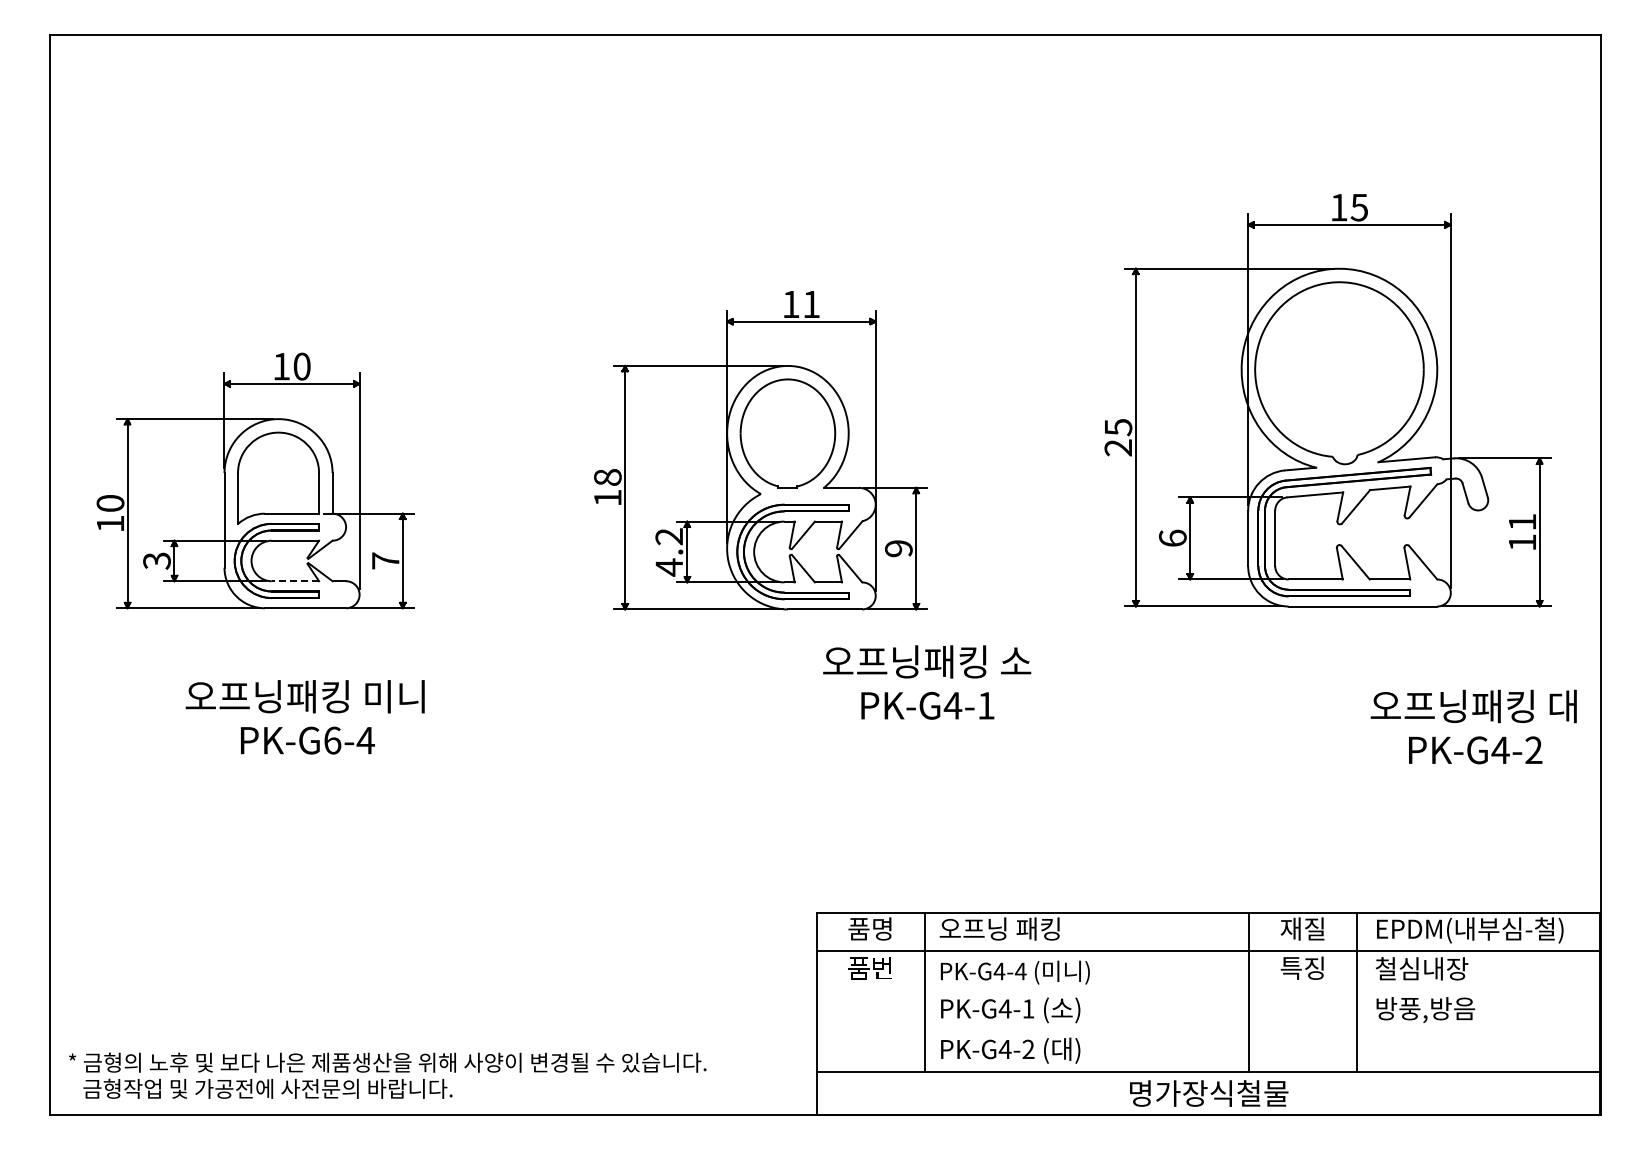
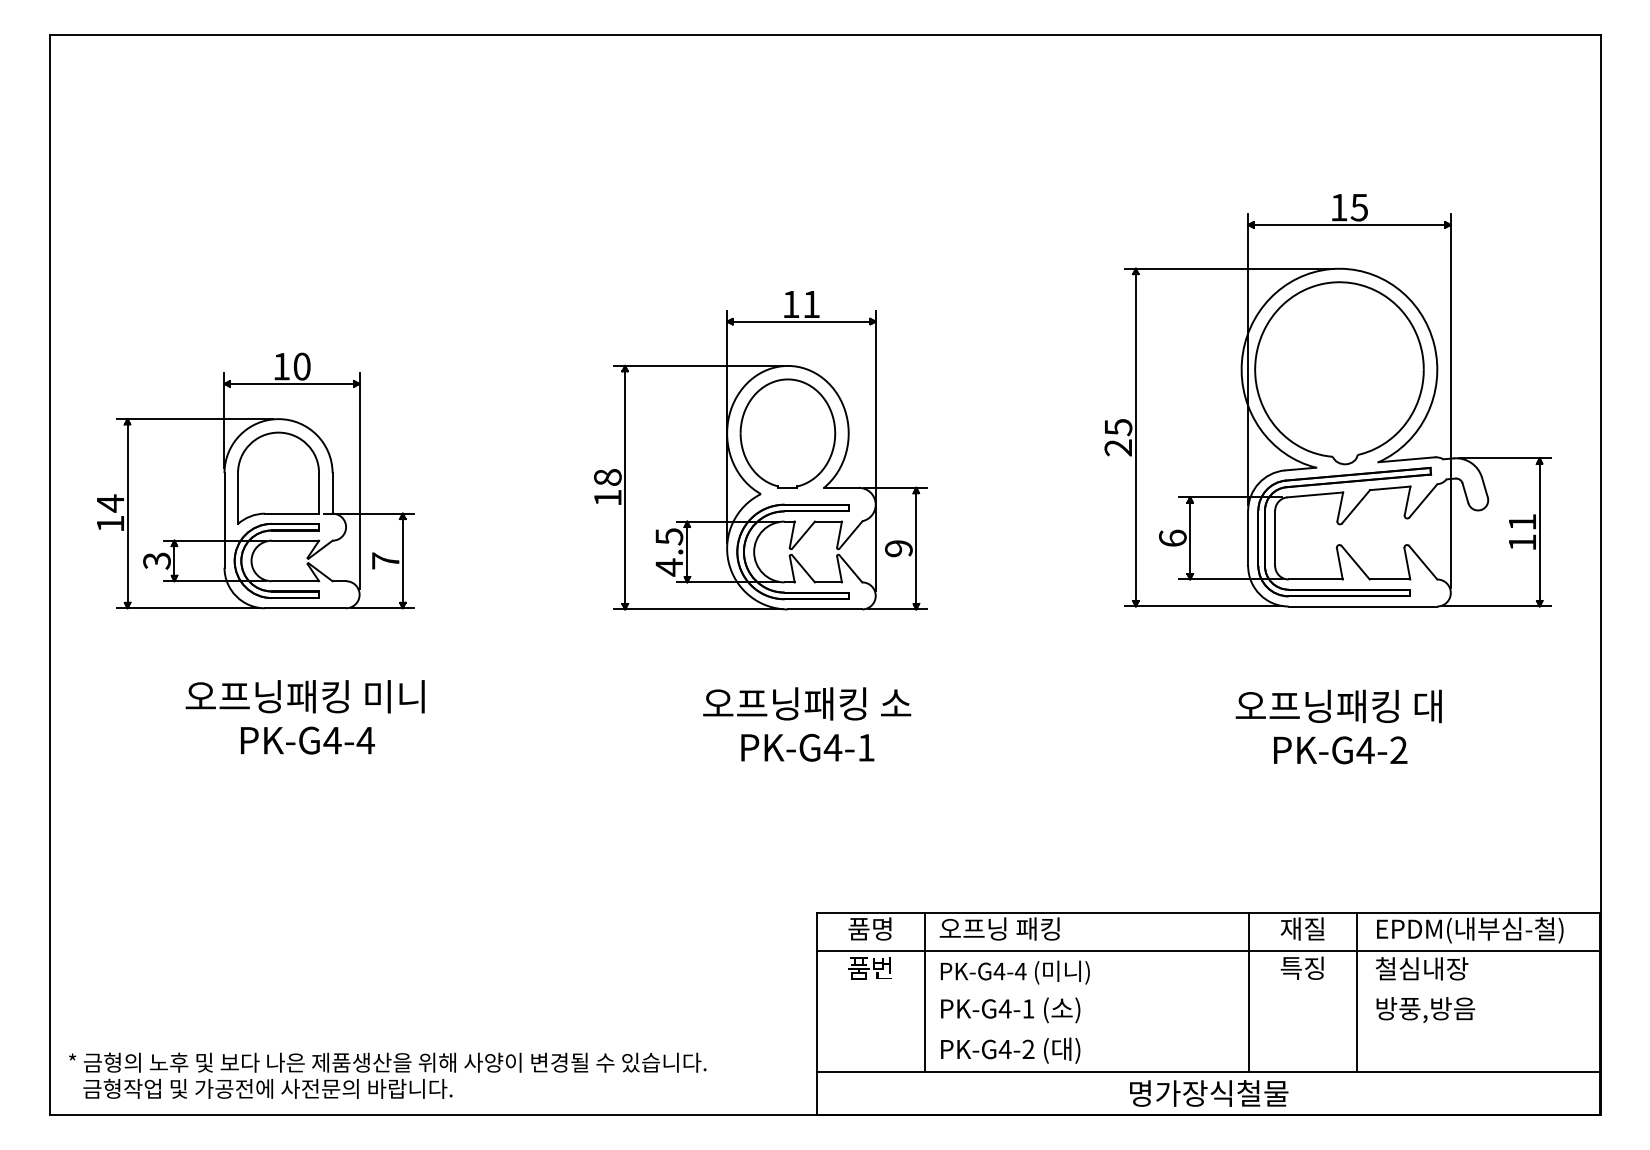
text at (110, 503): 10 -> 14
text at (669, 536): 4.2 -> 4.5
line at (295, 581): dashed -> solid
text at (927, 682) position: (927, 682) -> (807, 724)
text at (1473, 726) position: (1473, 726) -> (1338, 726)
text at (332, 740): PK-G6-4 -> PK-G4-4
